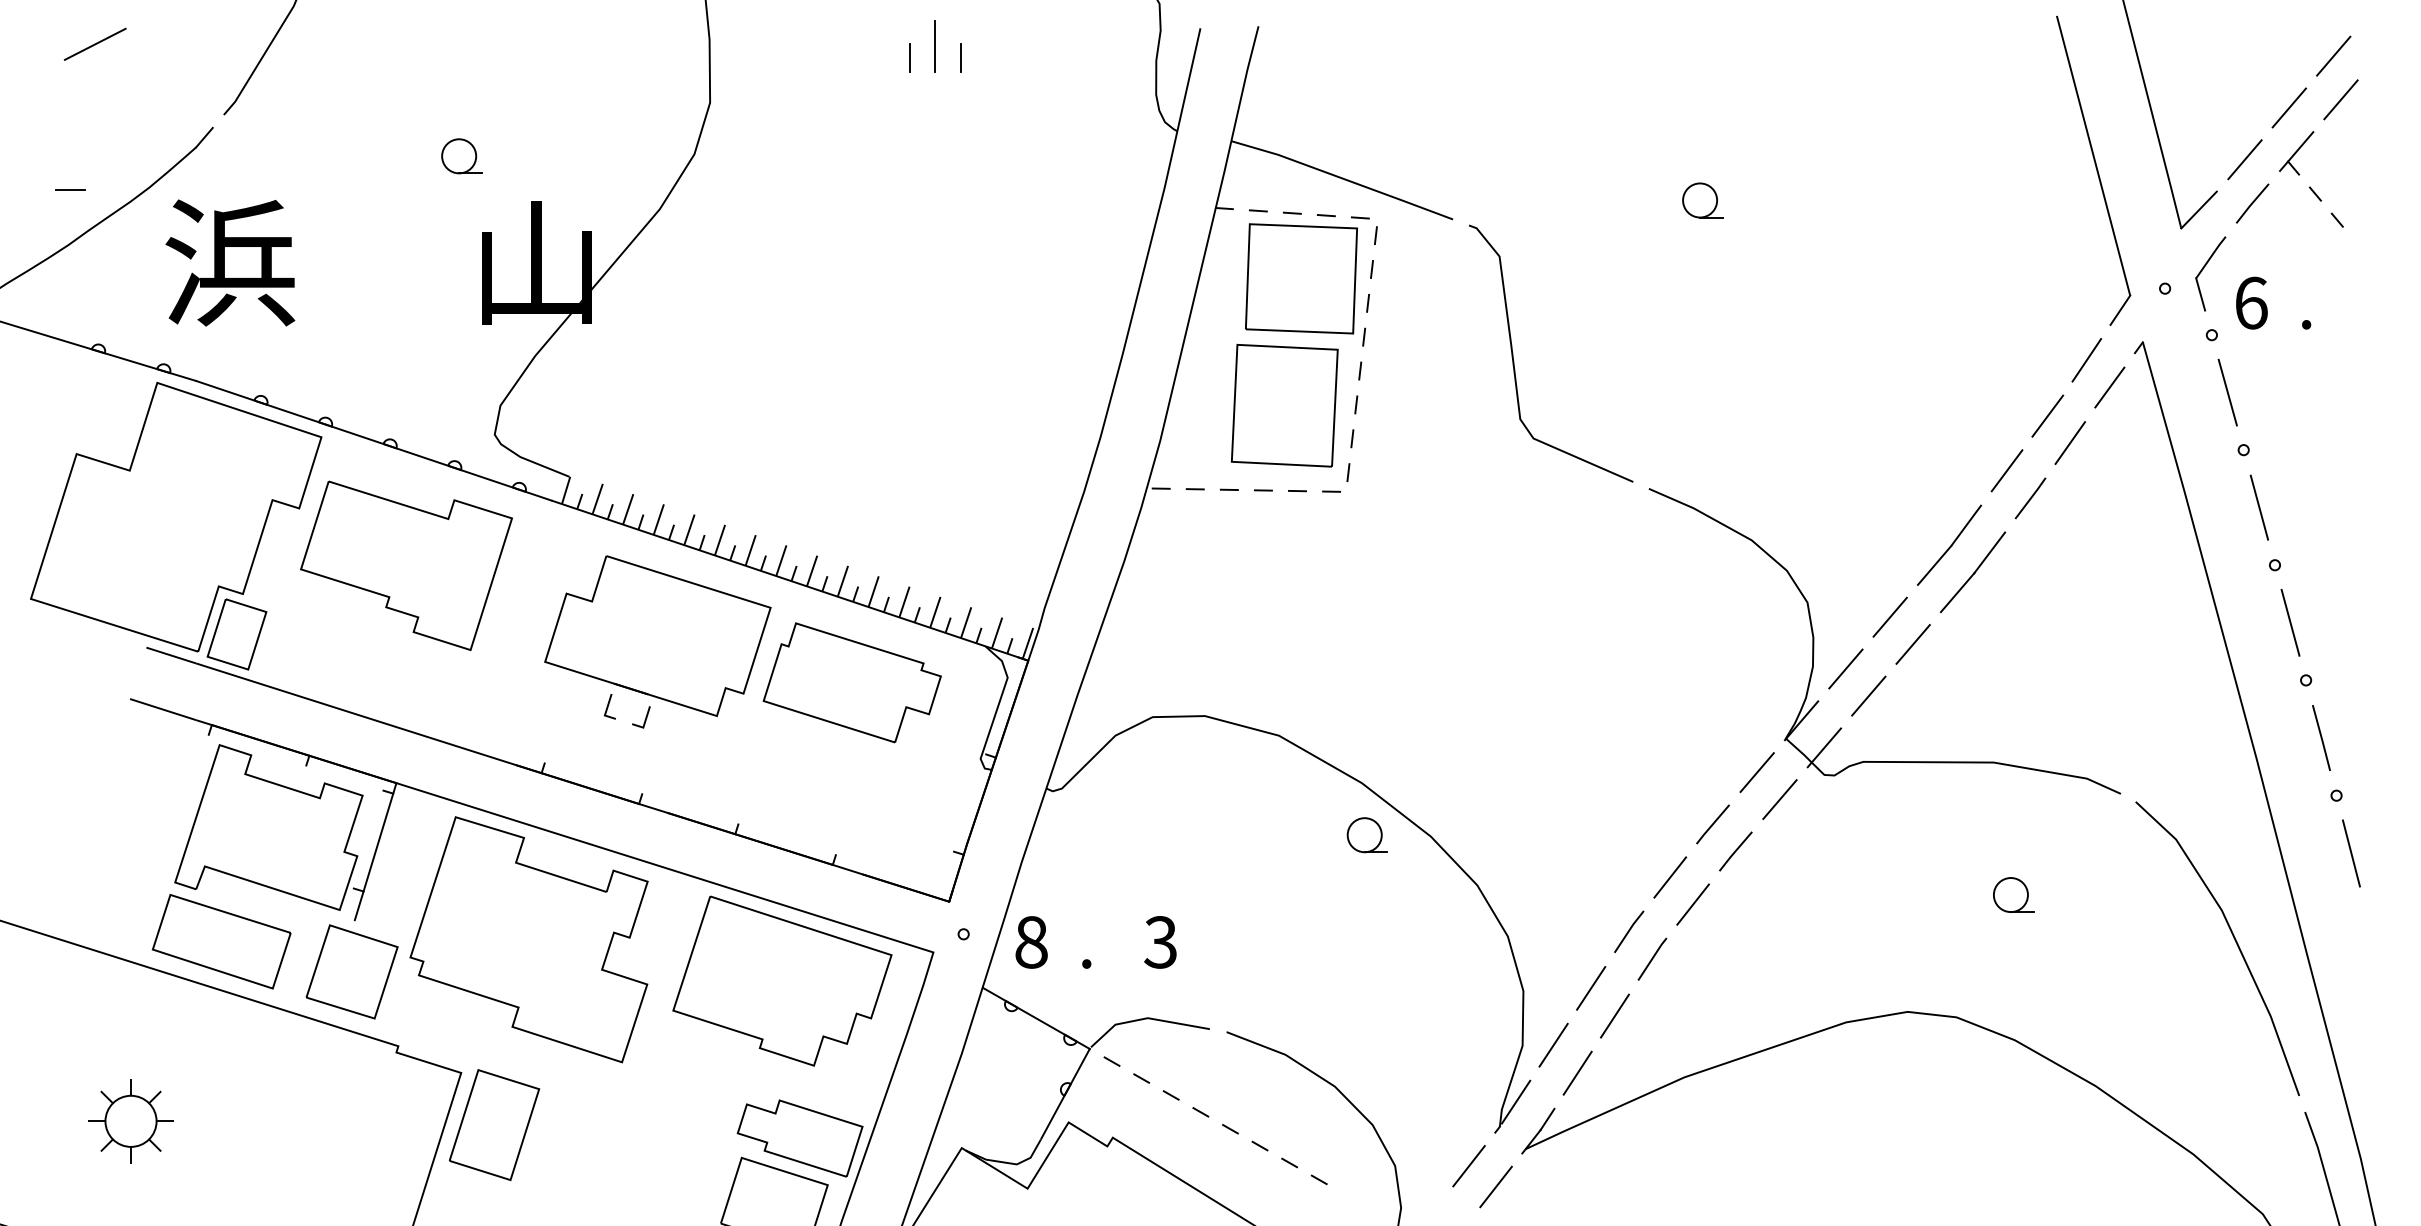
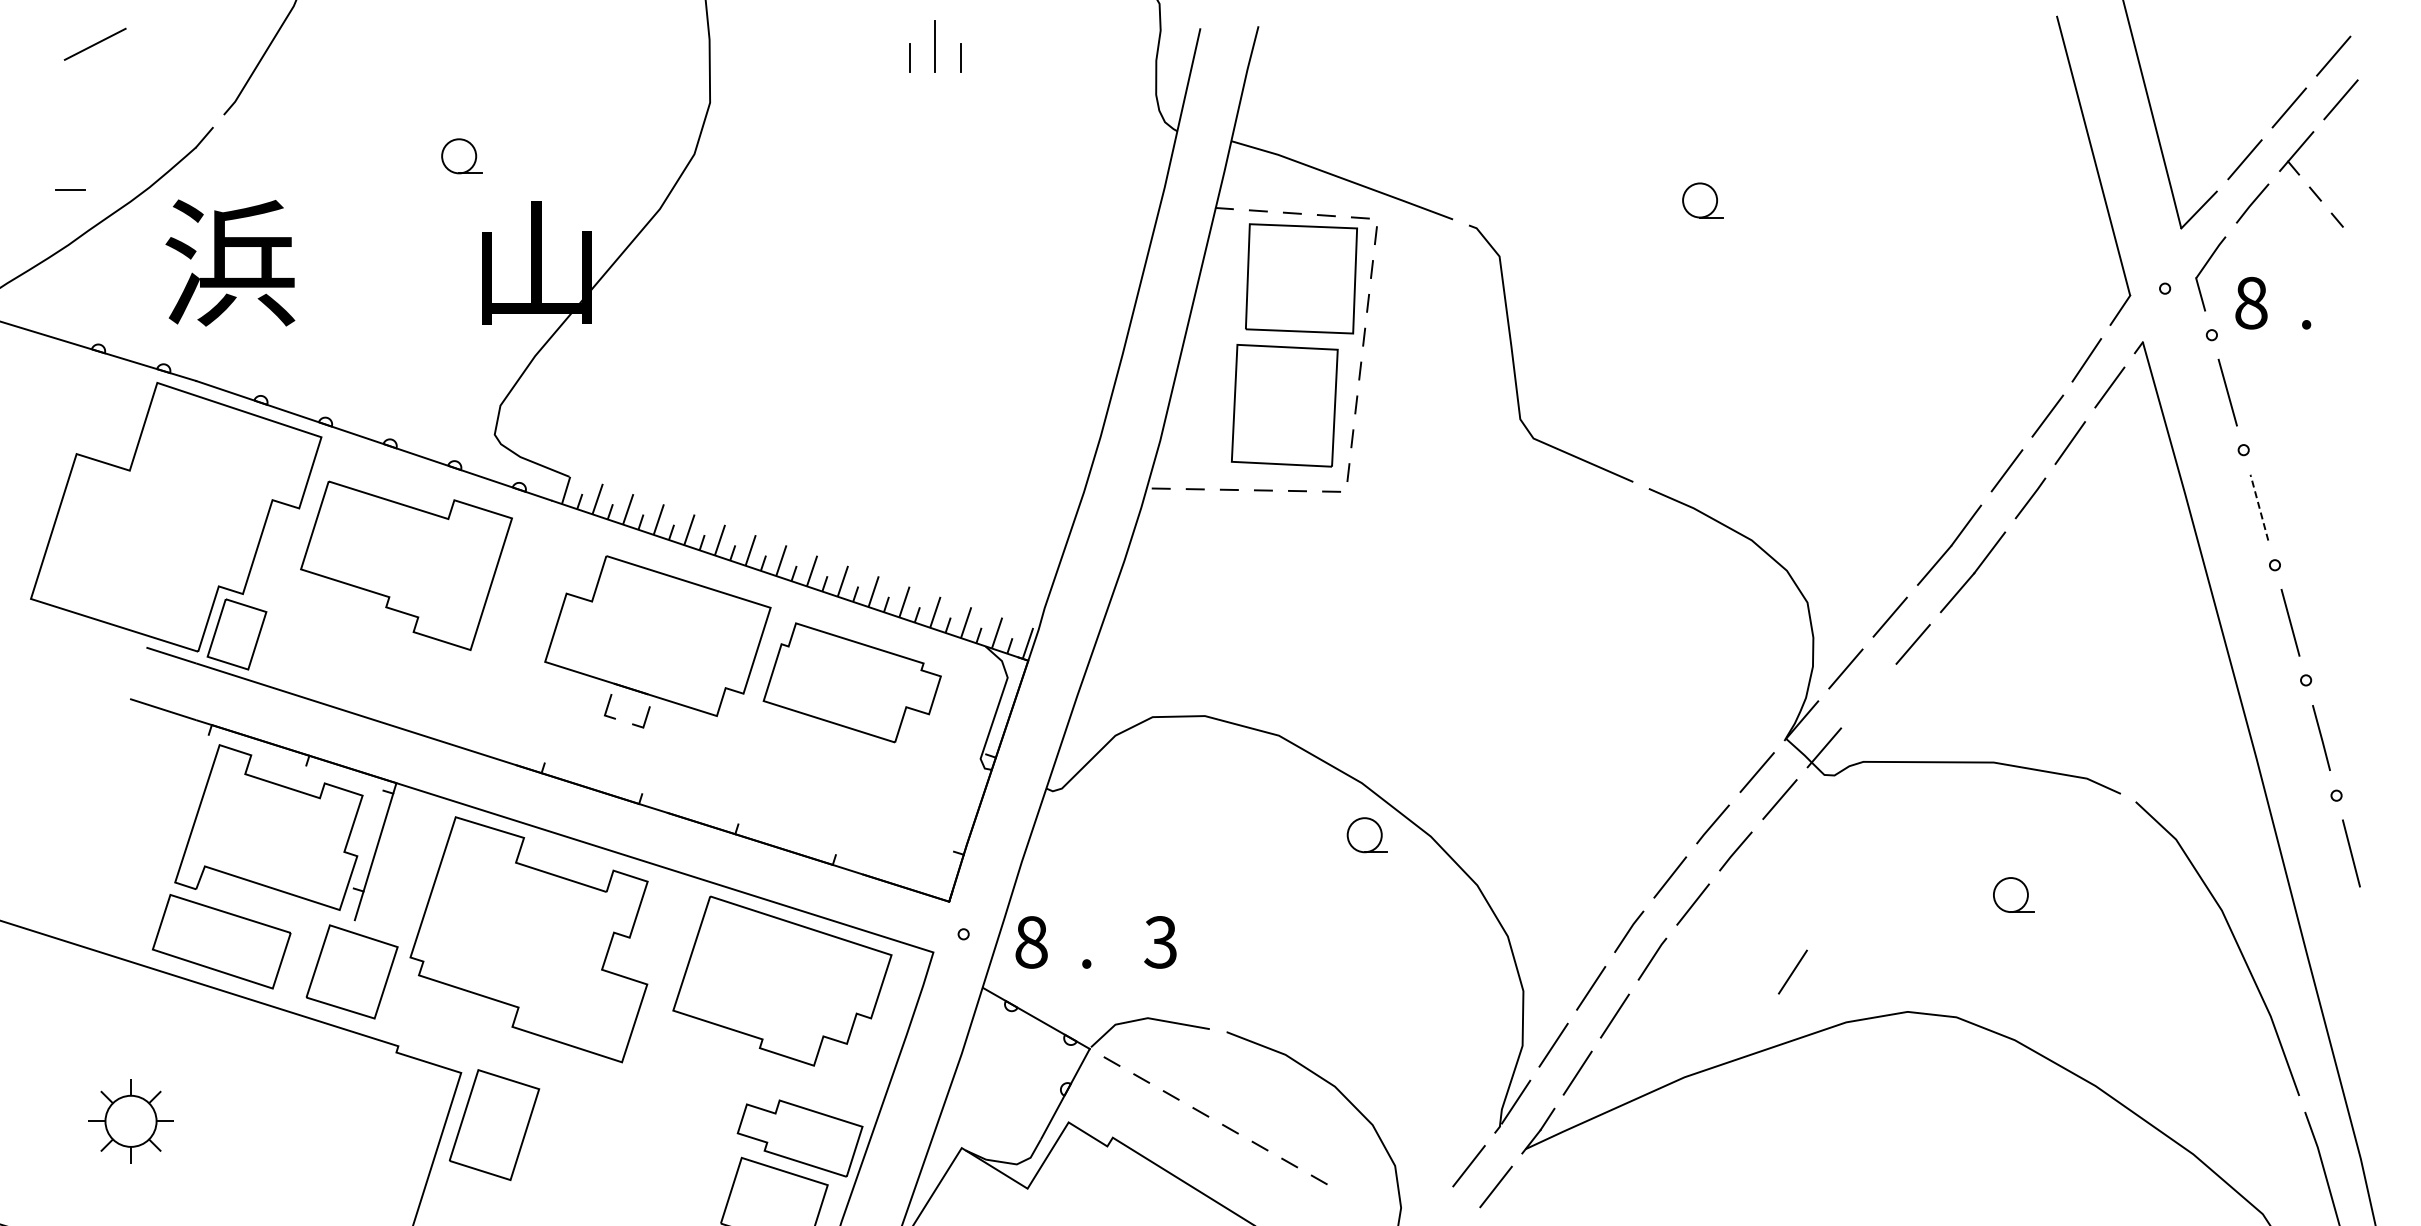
text at (2251, 302): 6 -> 8
line at (2259, 506): solid -> dashed
line at (1868, 695): present -> none
line at (1792, 971): none -> present
